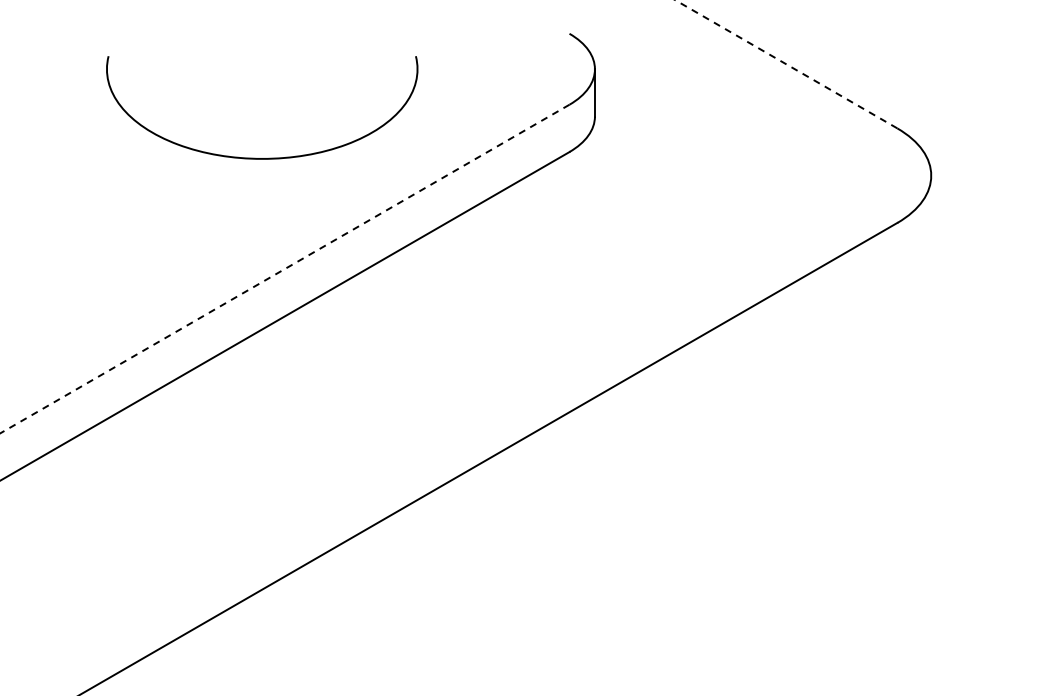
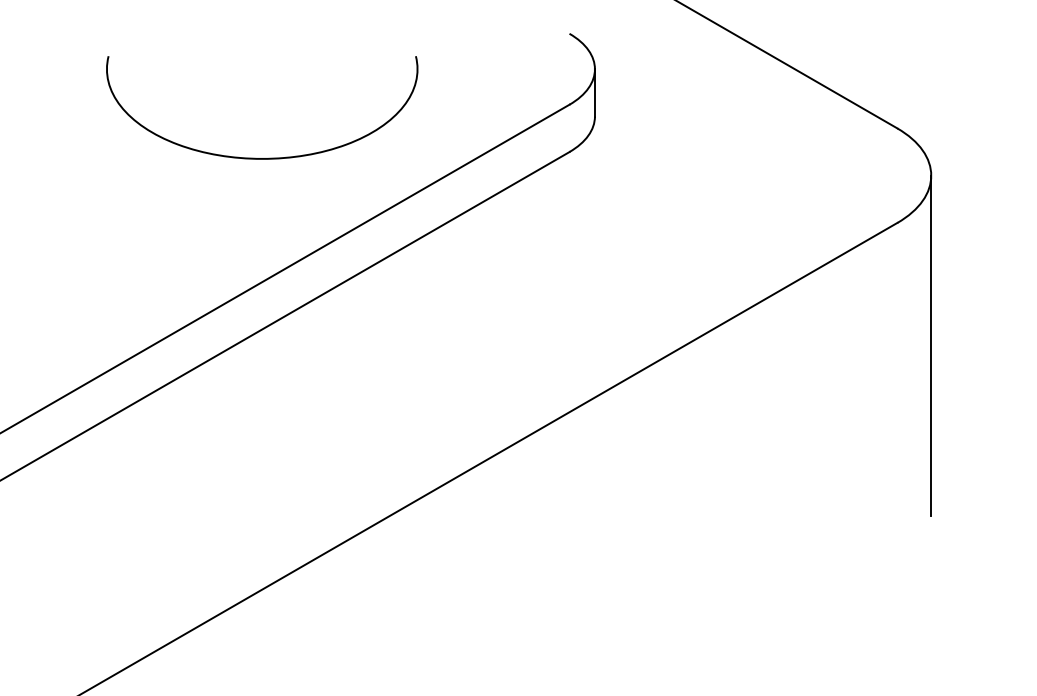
line at (786, 64): dashed -> solid
line at (284, 269): dashed -> solid
line at (931, 345): none -> present
